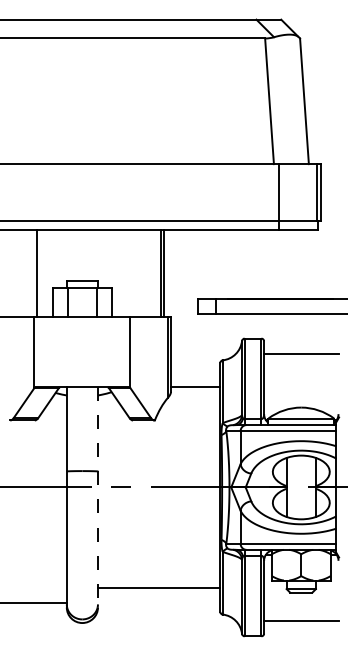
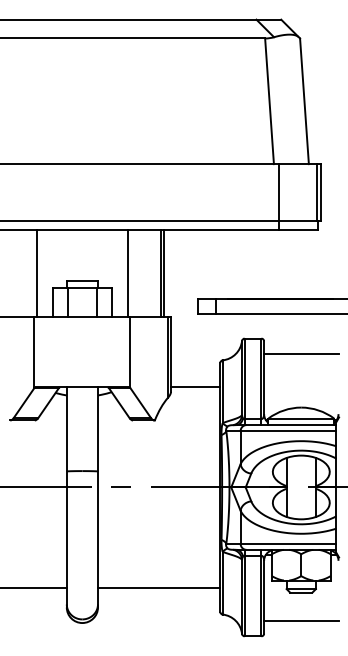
line at (128, 273): none -> present
line at (97, 497): dashed -> solid
line at (34, 603) position: (34, 603) -> (34, 588)
